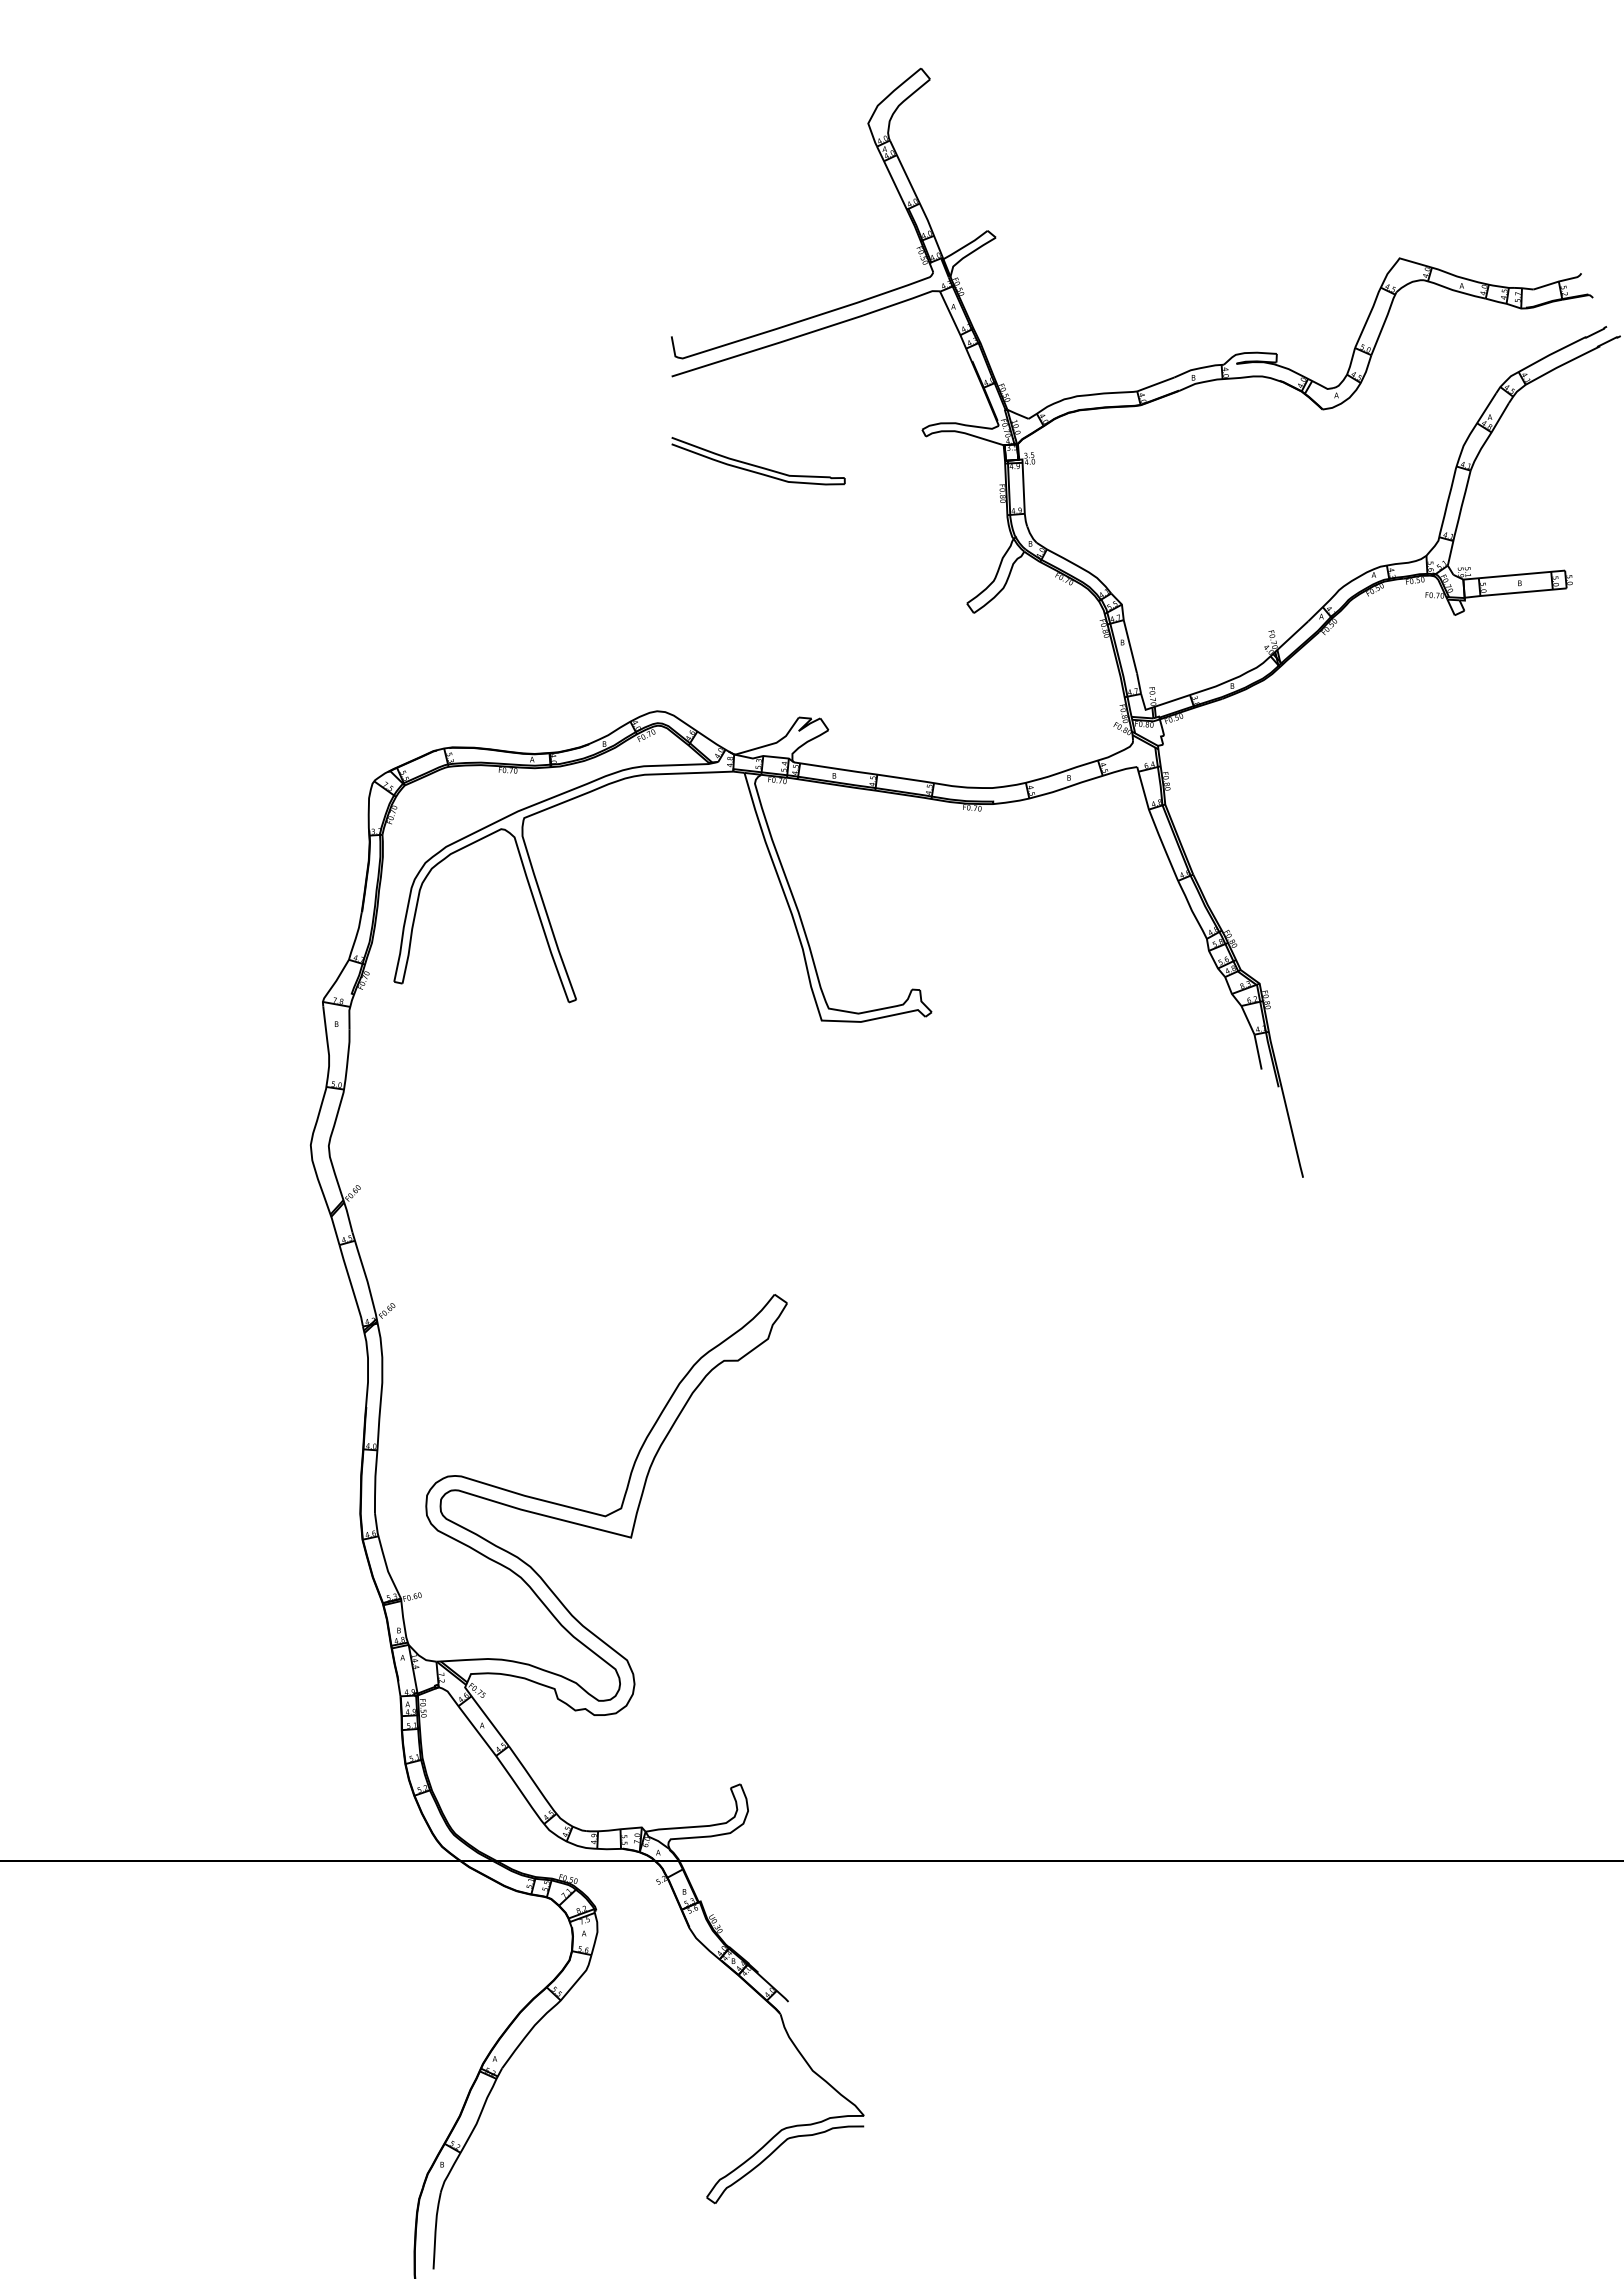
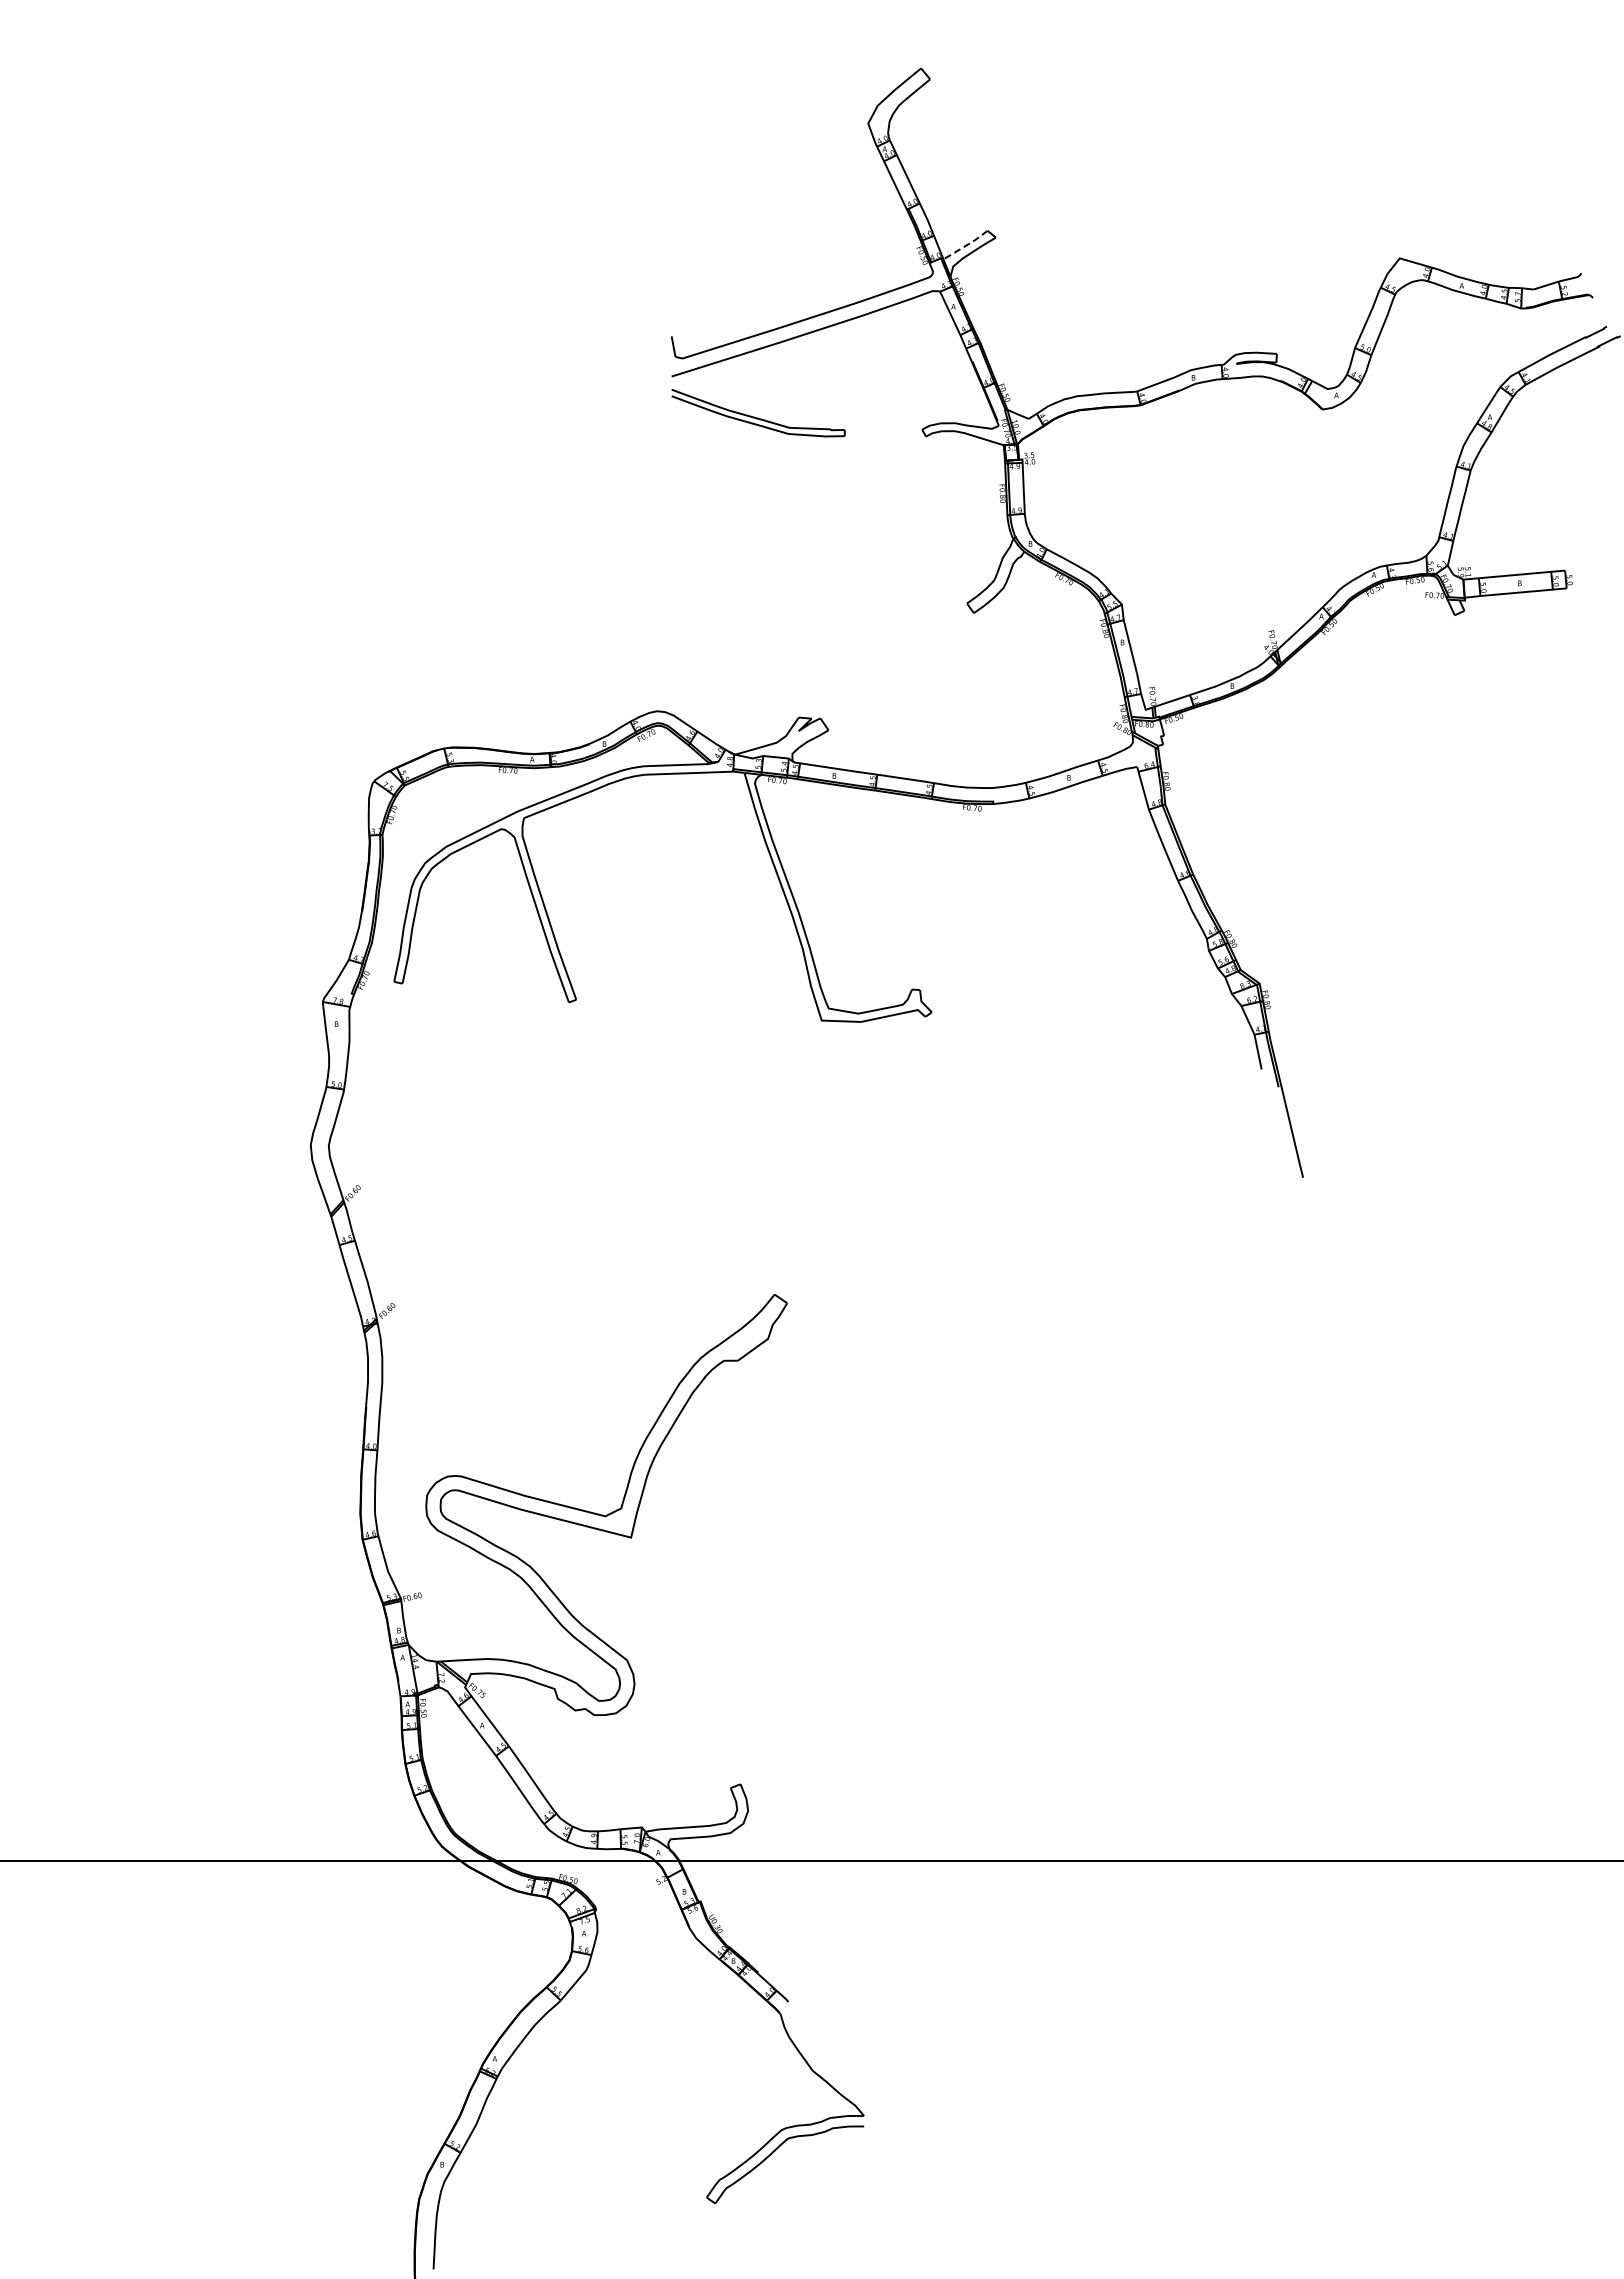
line at (966, 245): solid -> dashed
part at (758, 461) position: (758, 461) -> (758, 413)
